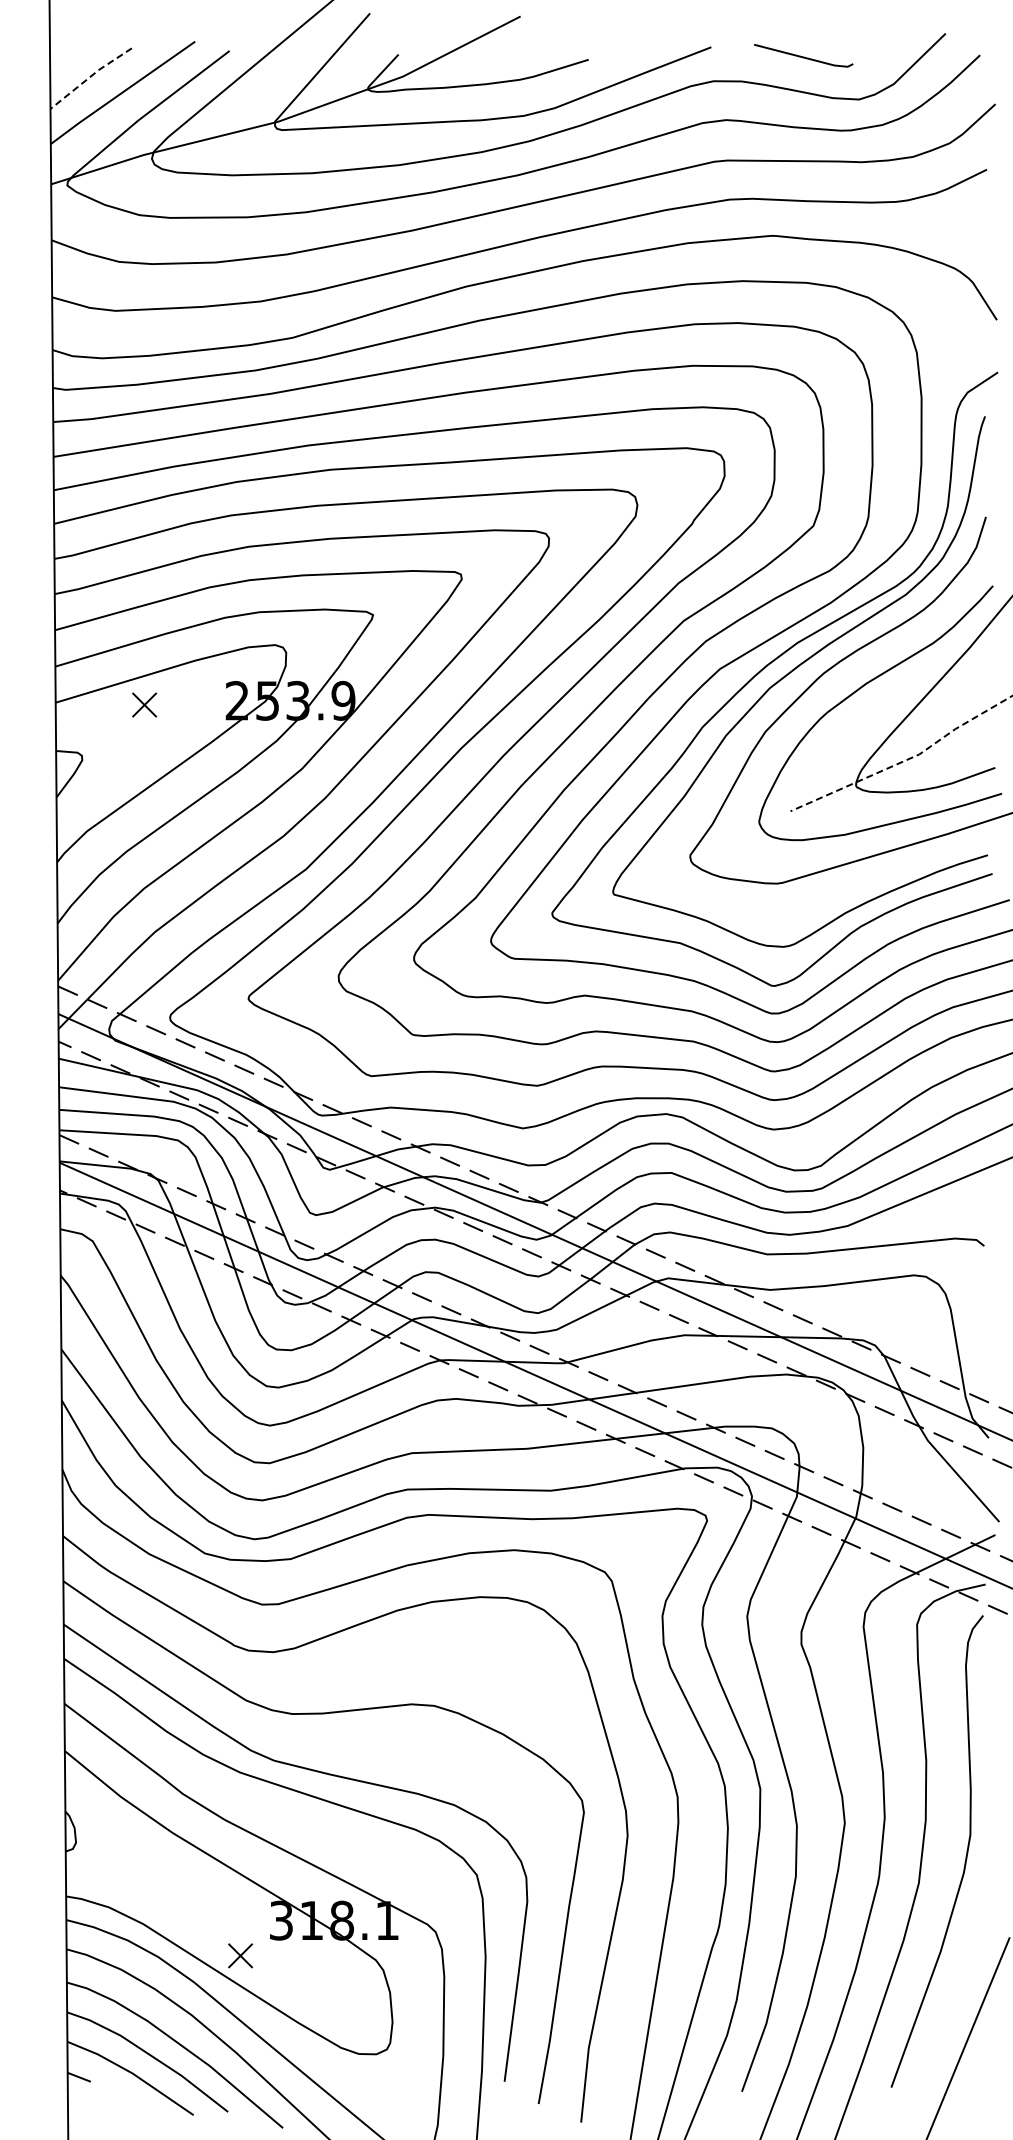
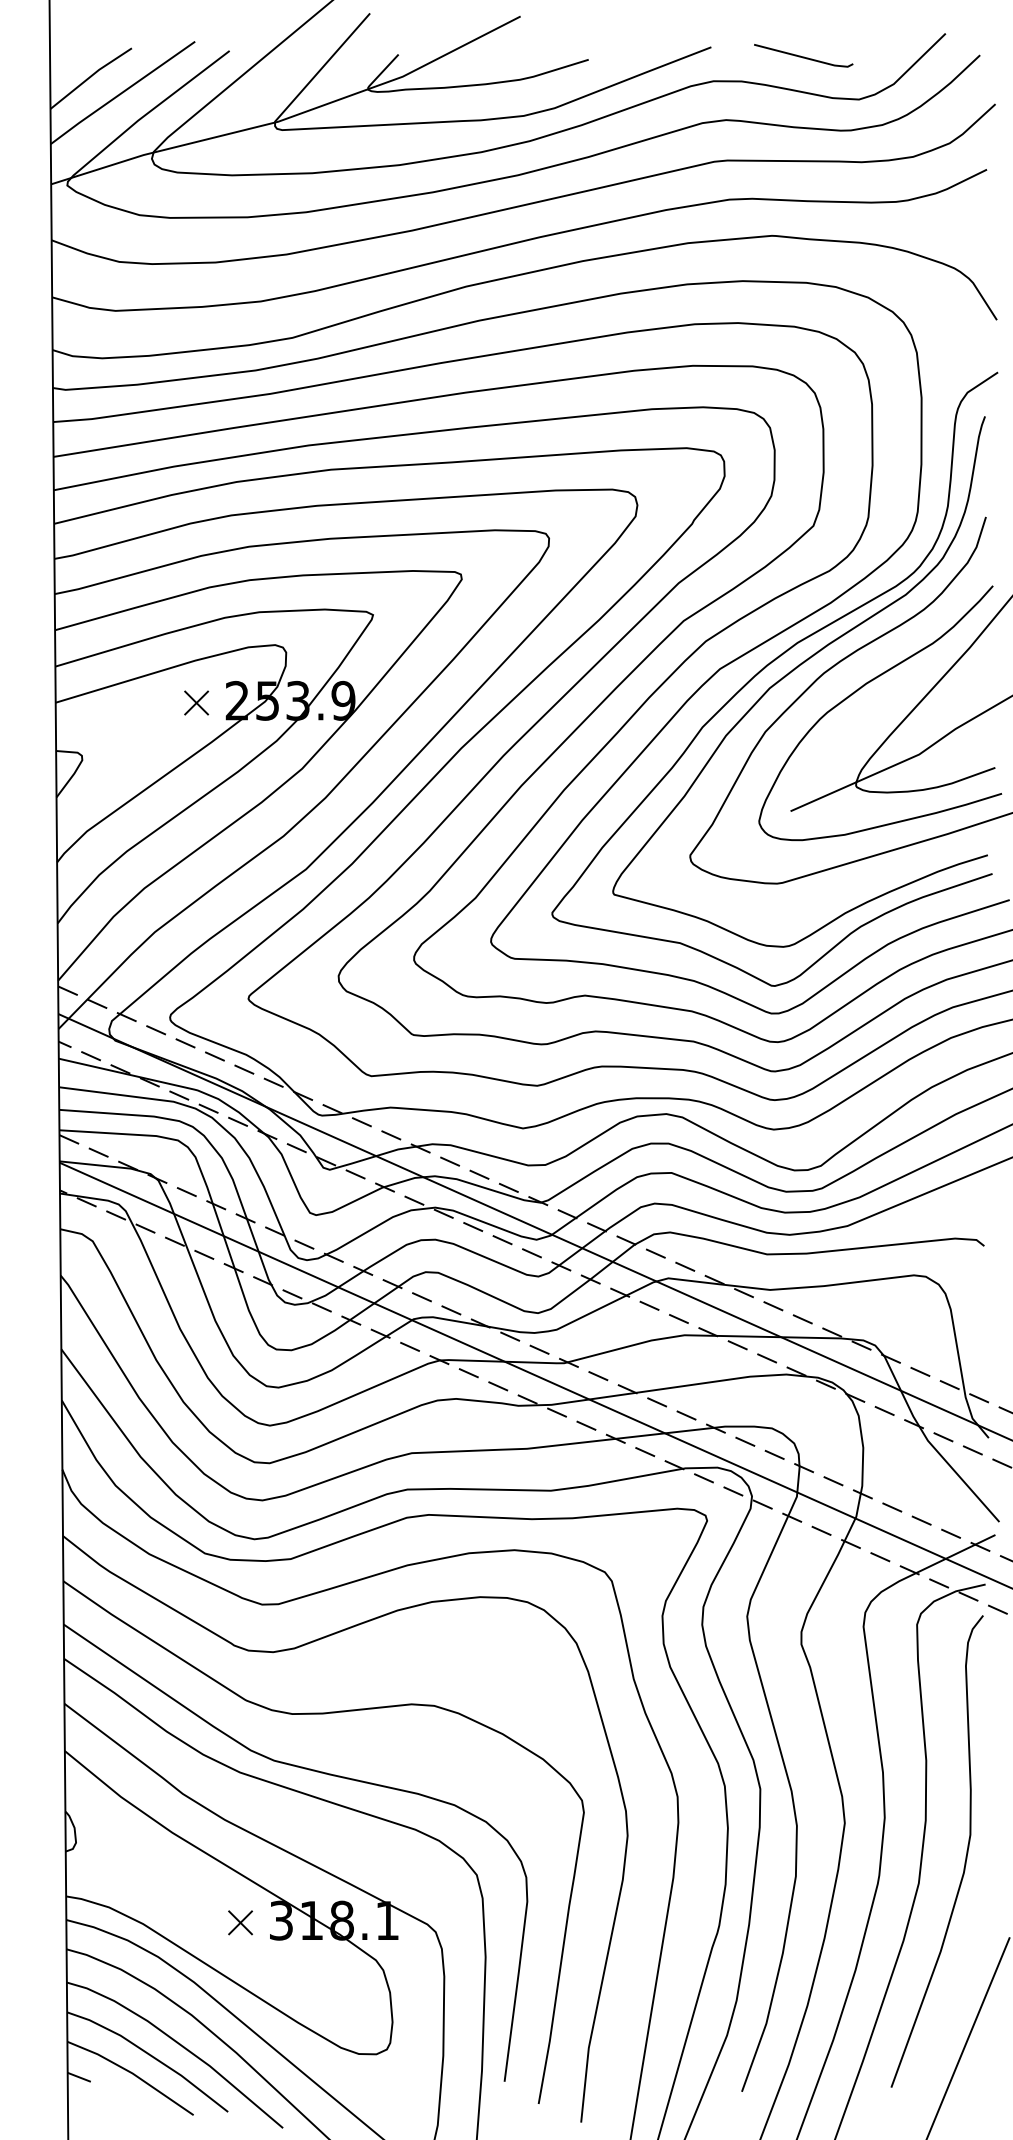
line at (90, 76): dashed -> solid
part at (144, 704) position: (144, 704) -> (196, 702)
line at (906, 760): dashed -> solid
part at (240, 1955) position: (240, 1955) -> (240, 1922)
